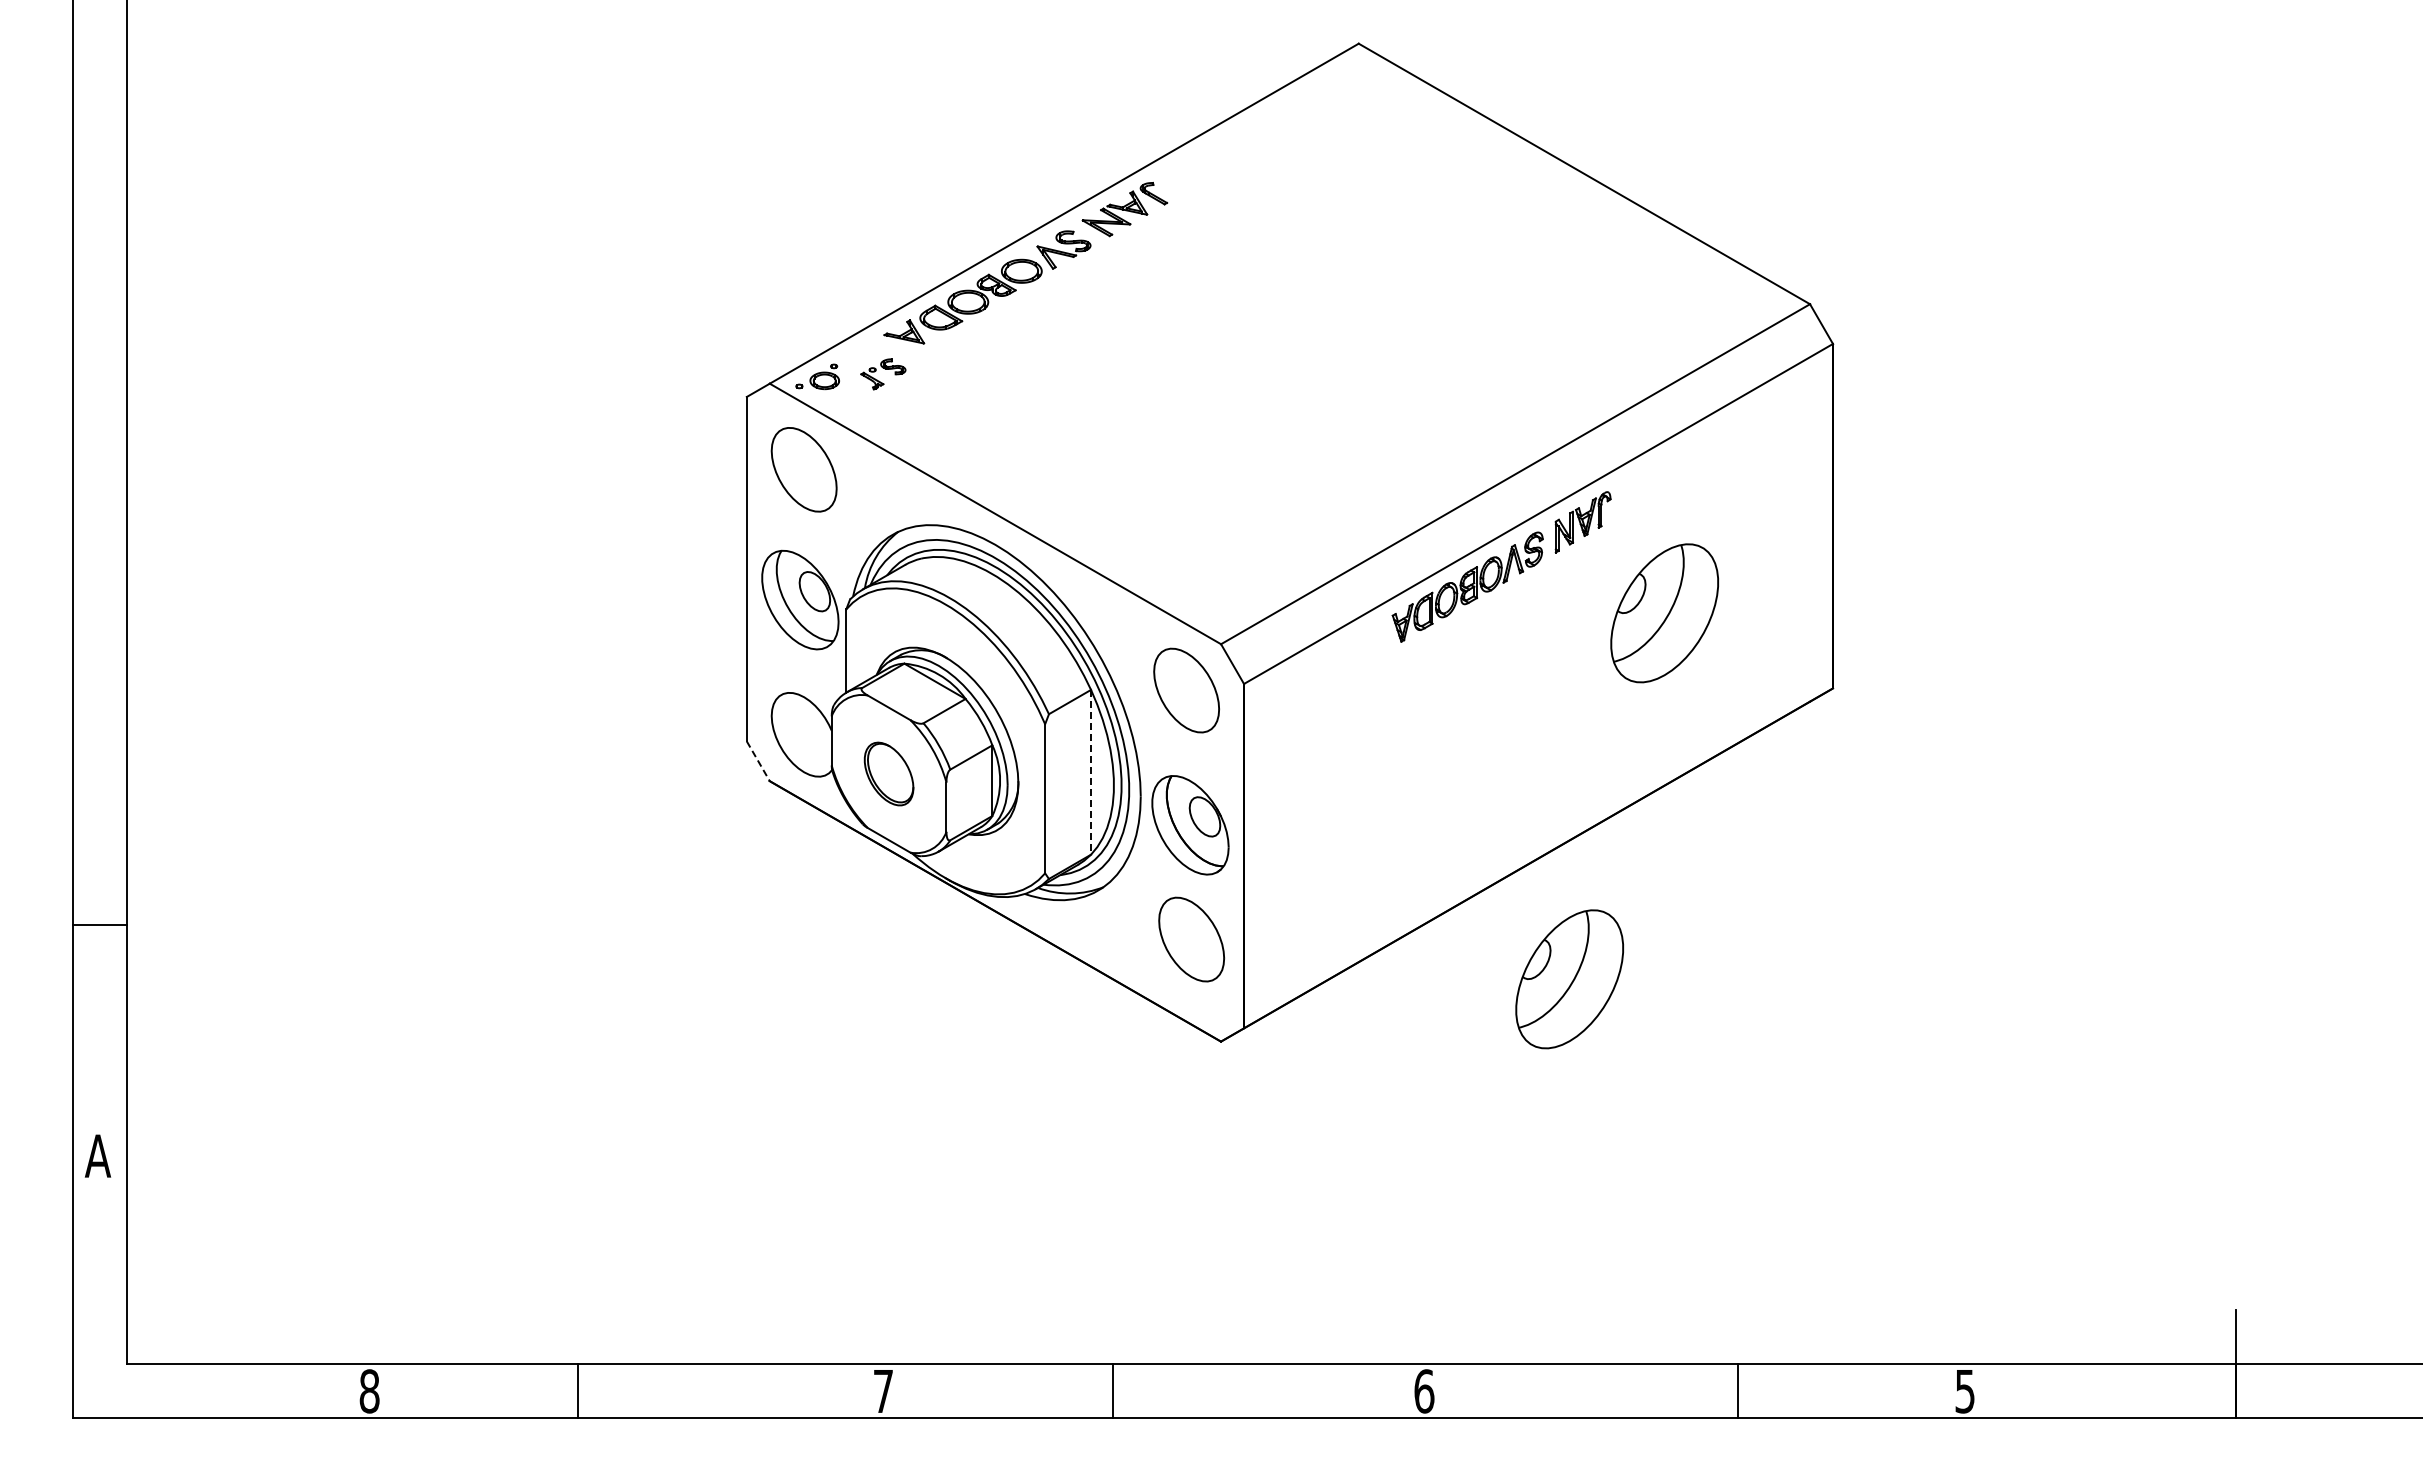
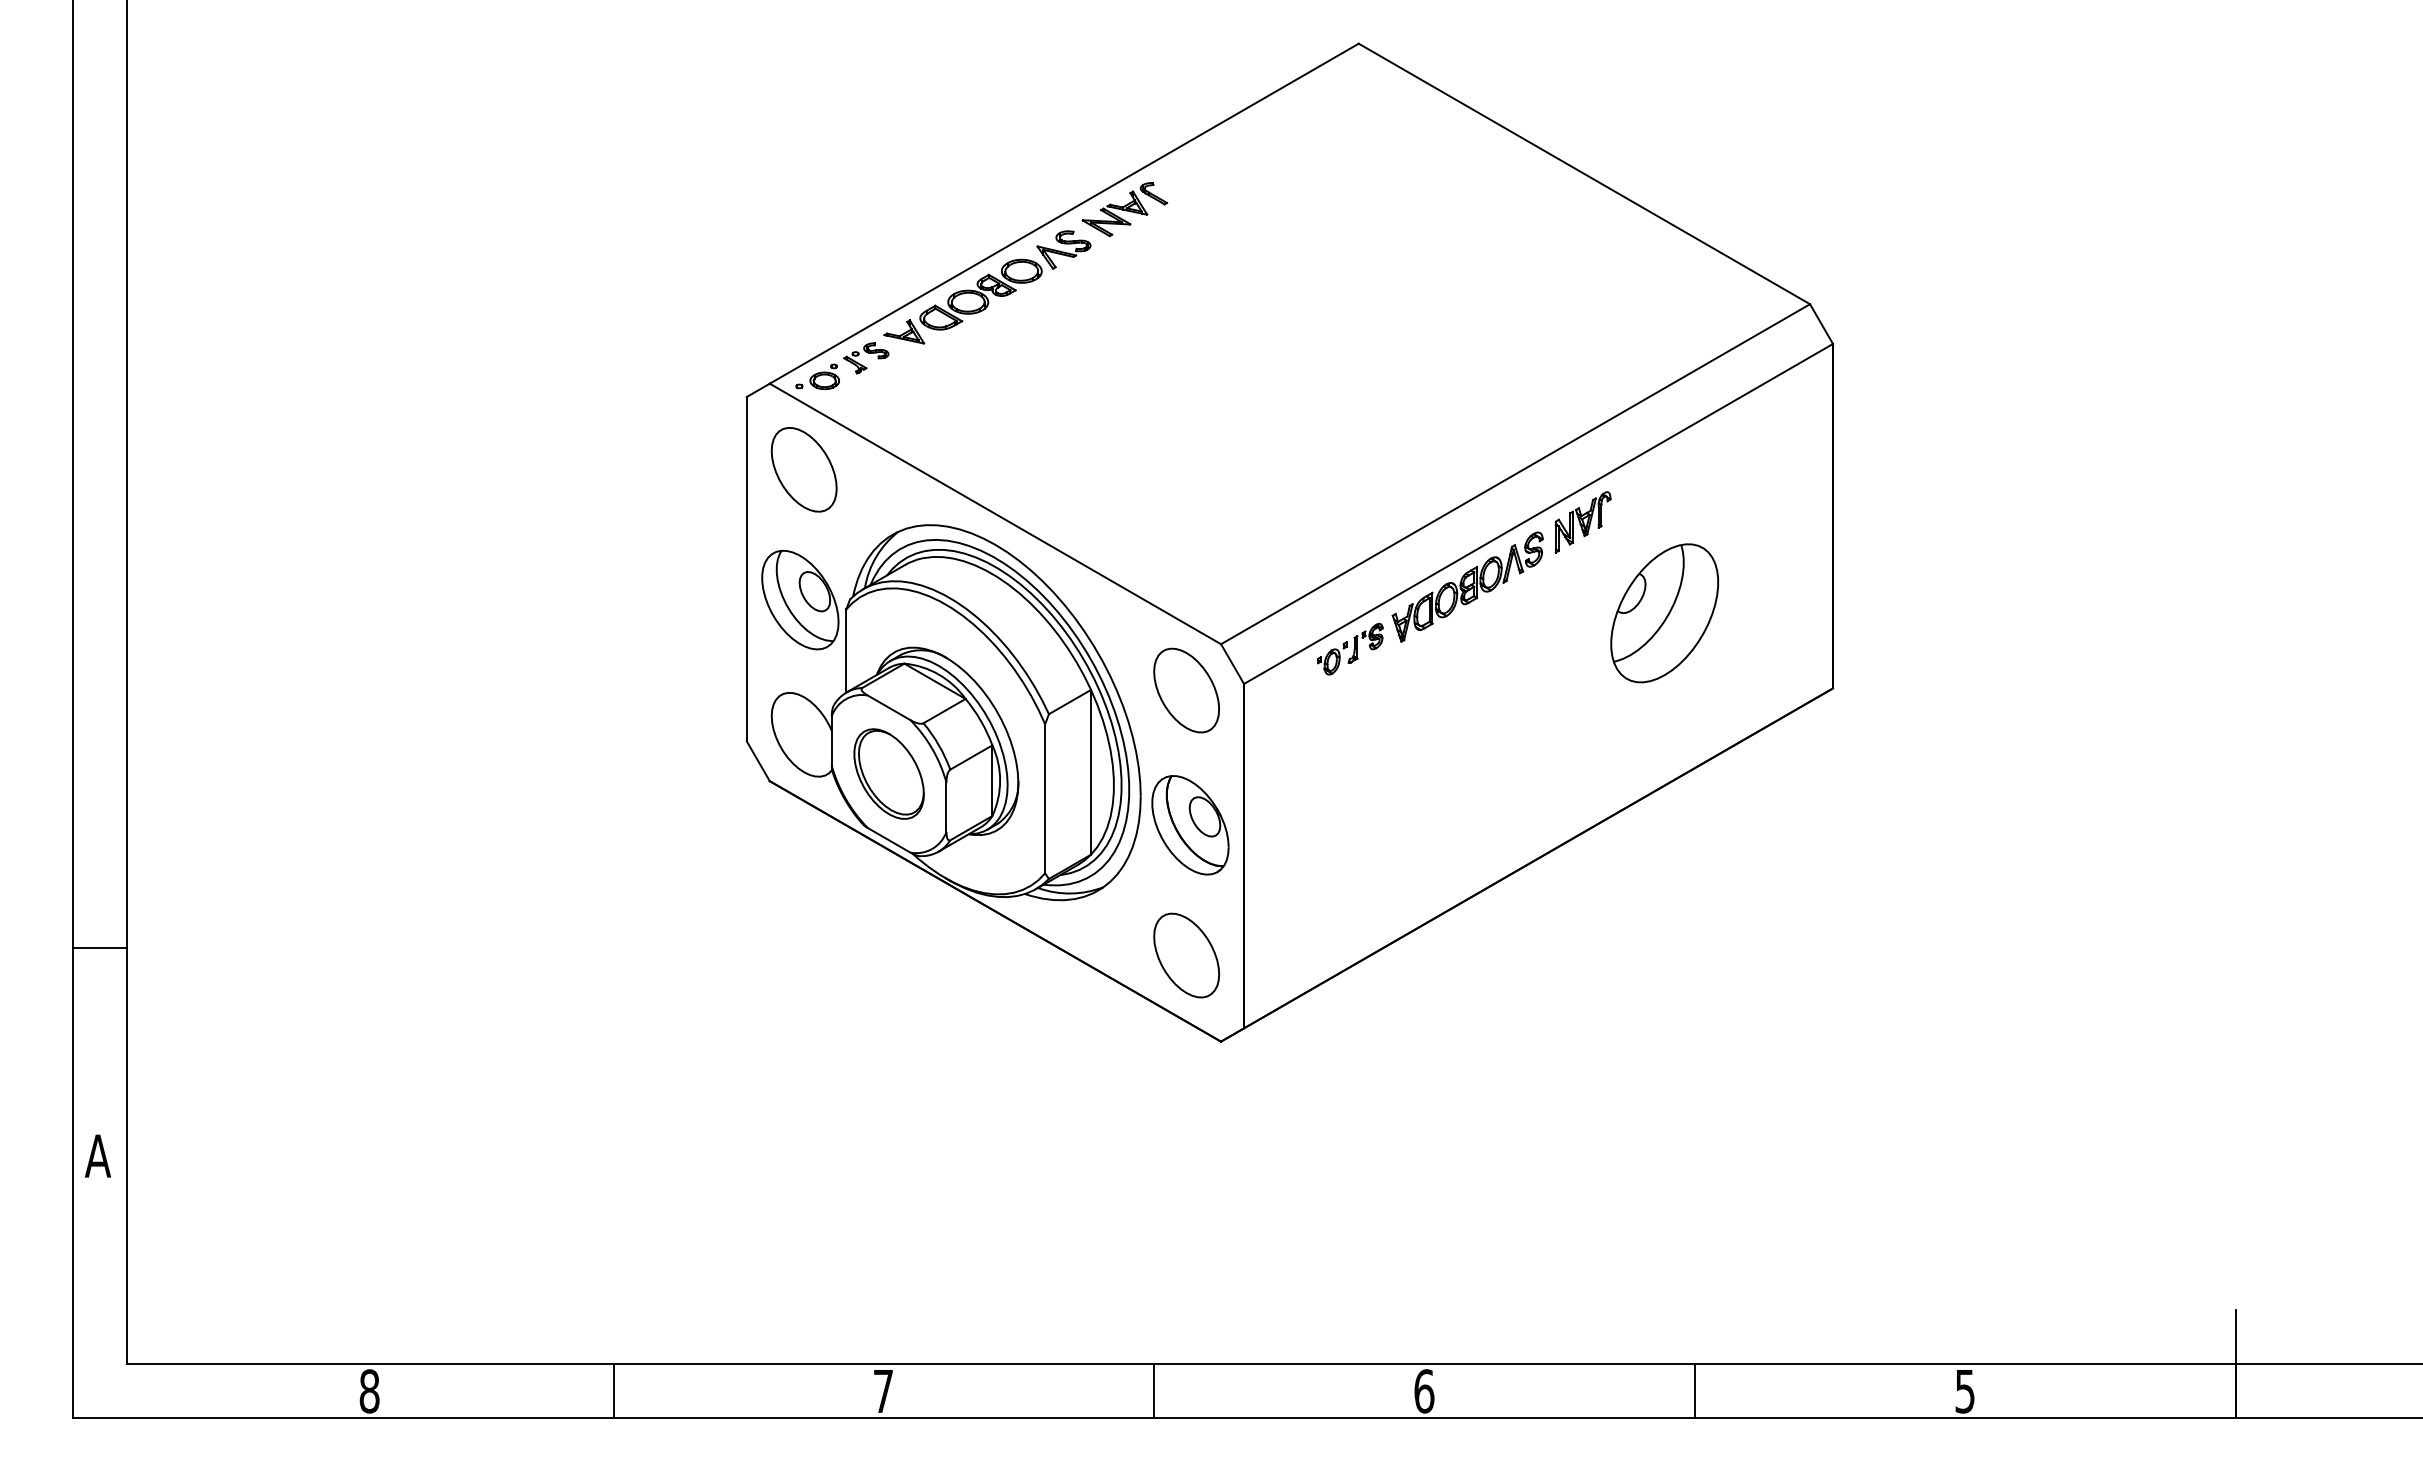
part at (883, 374) position: (883, 374) -> (866, 358)
part at (1350, 649): none -> present
line at (758, 761): dashed -> solid
line at (1091, 772): dashed -> solid
part at (888, 773) size: 52x66 px -> 72x92 px
line at (99, 924) position: (99, 924) -> (99, 947)
part at (1191, 939) position: (1191, 939) -> (1186, 955)
part at (1569, 979): present -> none
line at (577, 1391) position: (577, 1391) -> (613, 1391)
line at (1113, 1391) position: (1113, 1391) -> (1154, 1391)
line at (1738, 1391) position: (1738, 1391) -> (1695, 1391)
